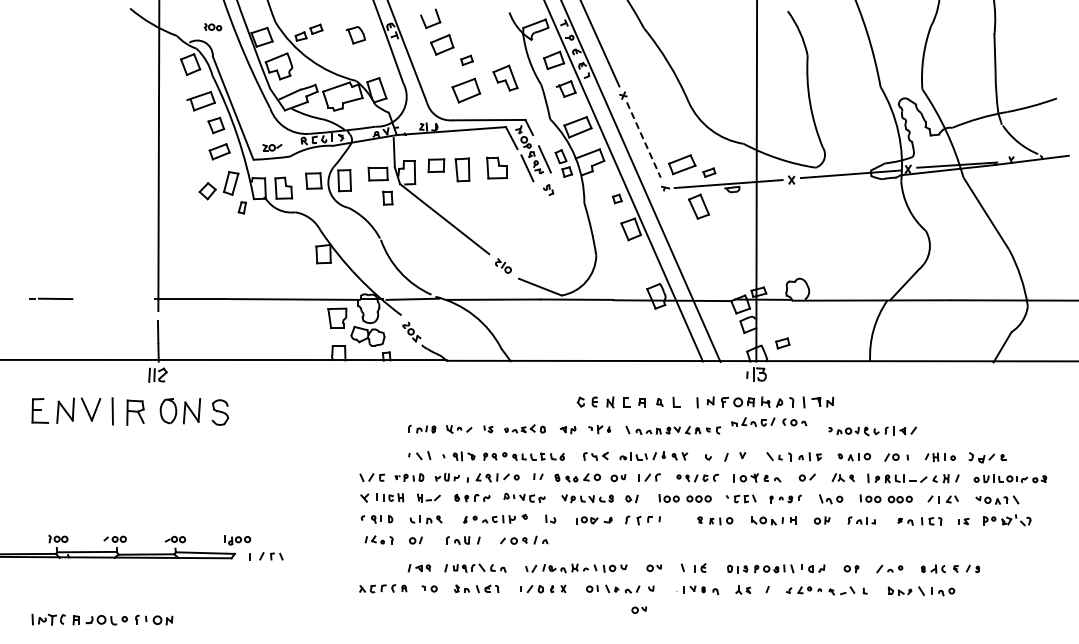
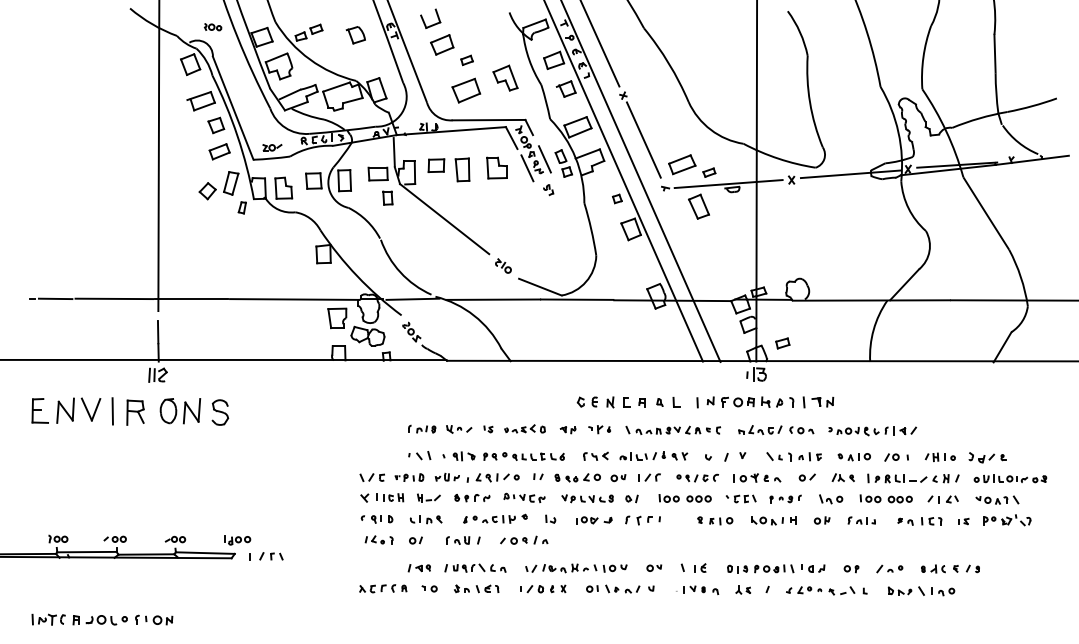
line at (644, 140): dashed -> solid
line at (114, 298): none -> present
part at (769, 421) position: (769, 421) -> (776, 429)
part at (639, 609): present -> none
